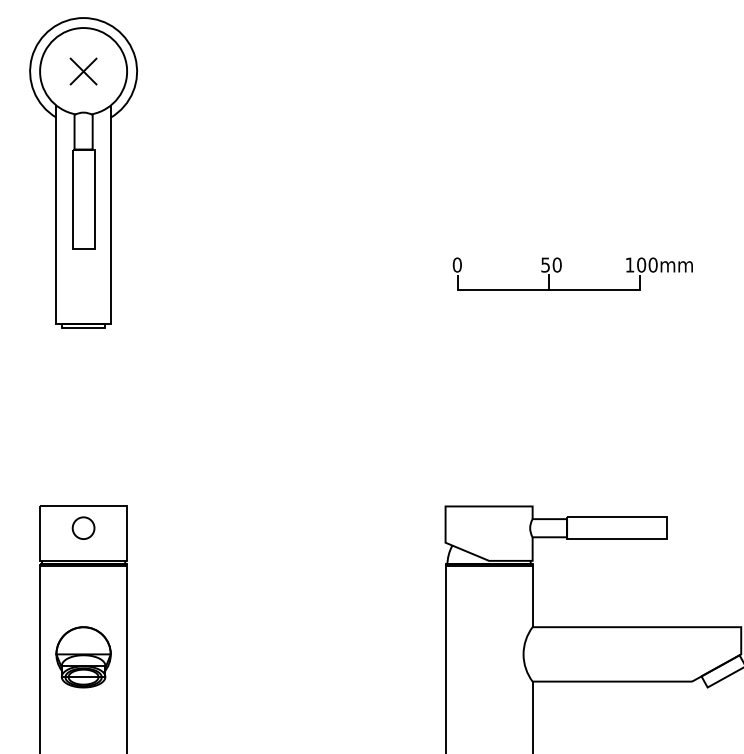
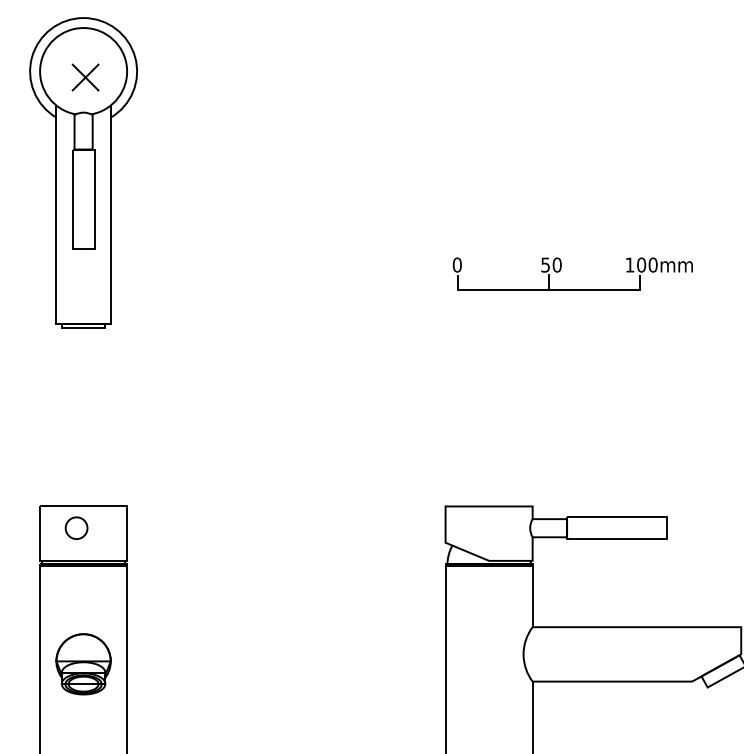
part at (83, 71) position: (83, 71) -> (85, 77)
circle at (83, 527) position: (83, 527) -> (76, 527)
part at (83, 657) position: (83, 657) -> (83, 664)
